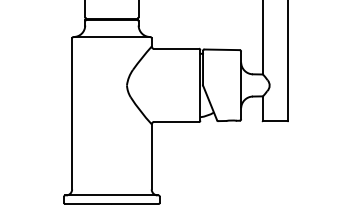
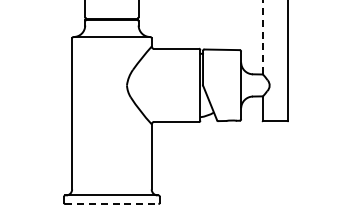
line at (262, 37): solid -> dashed
line at (112, 204): solid -> dashed
